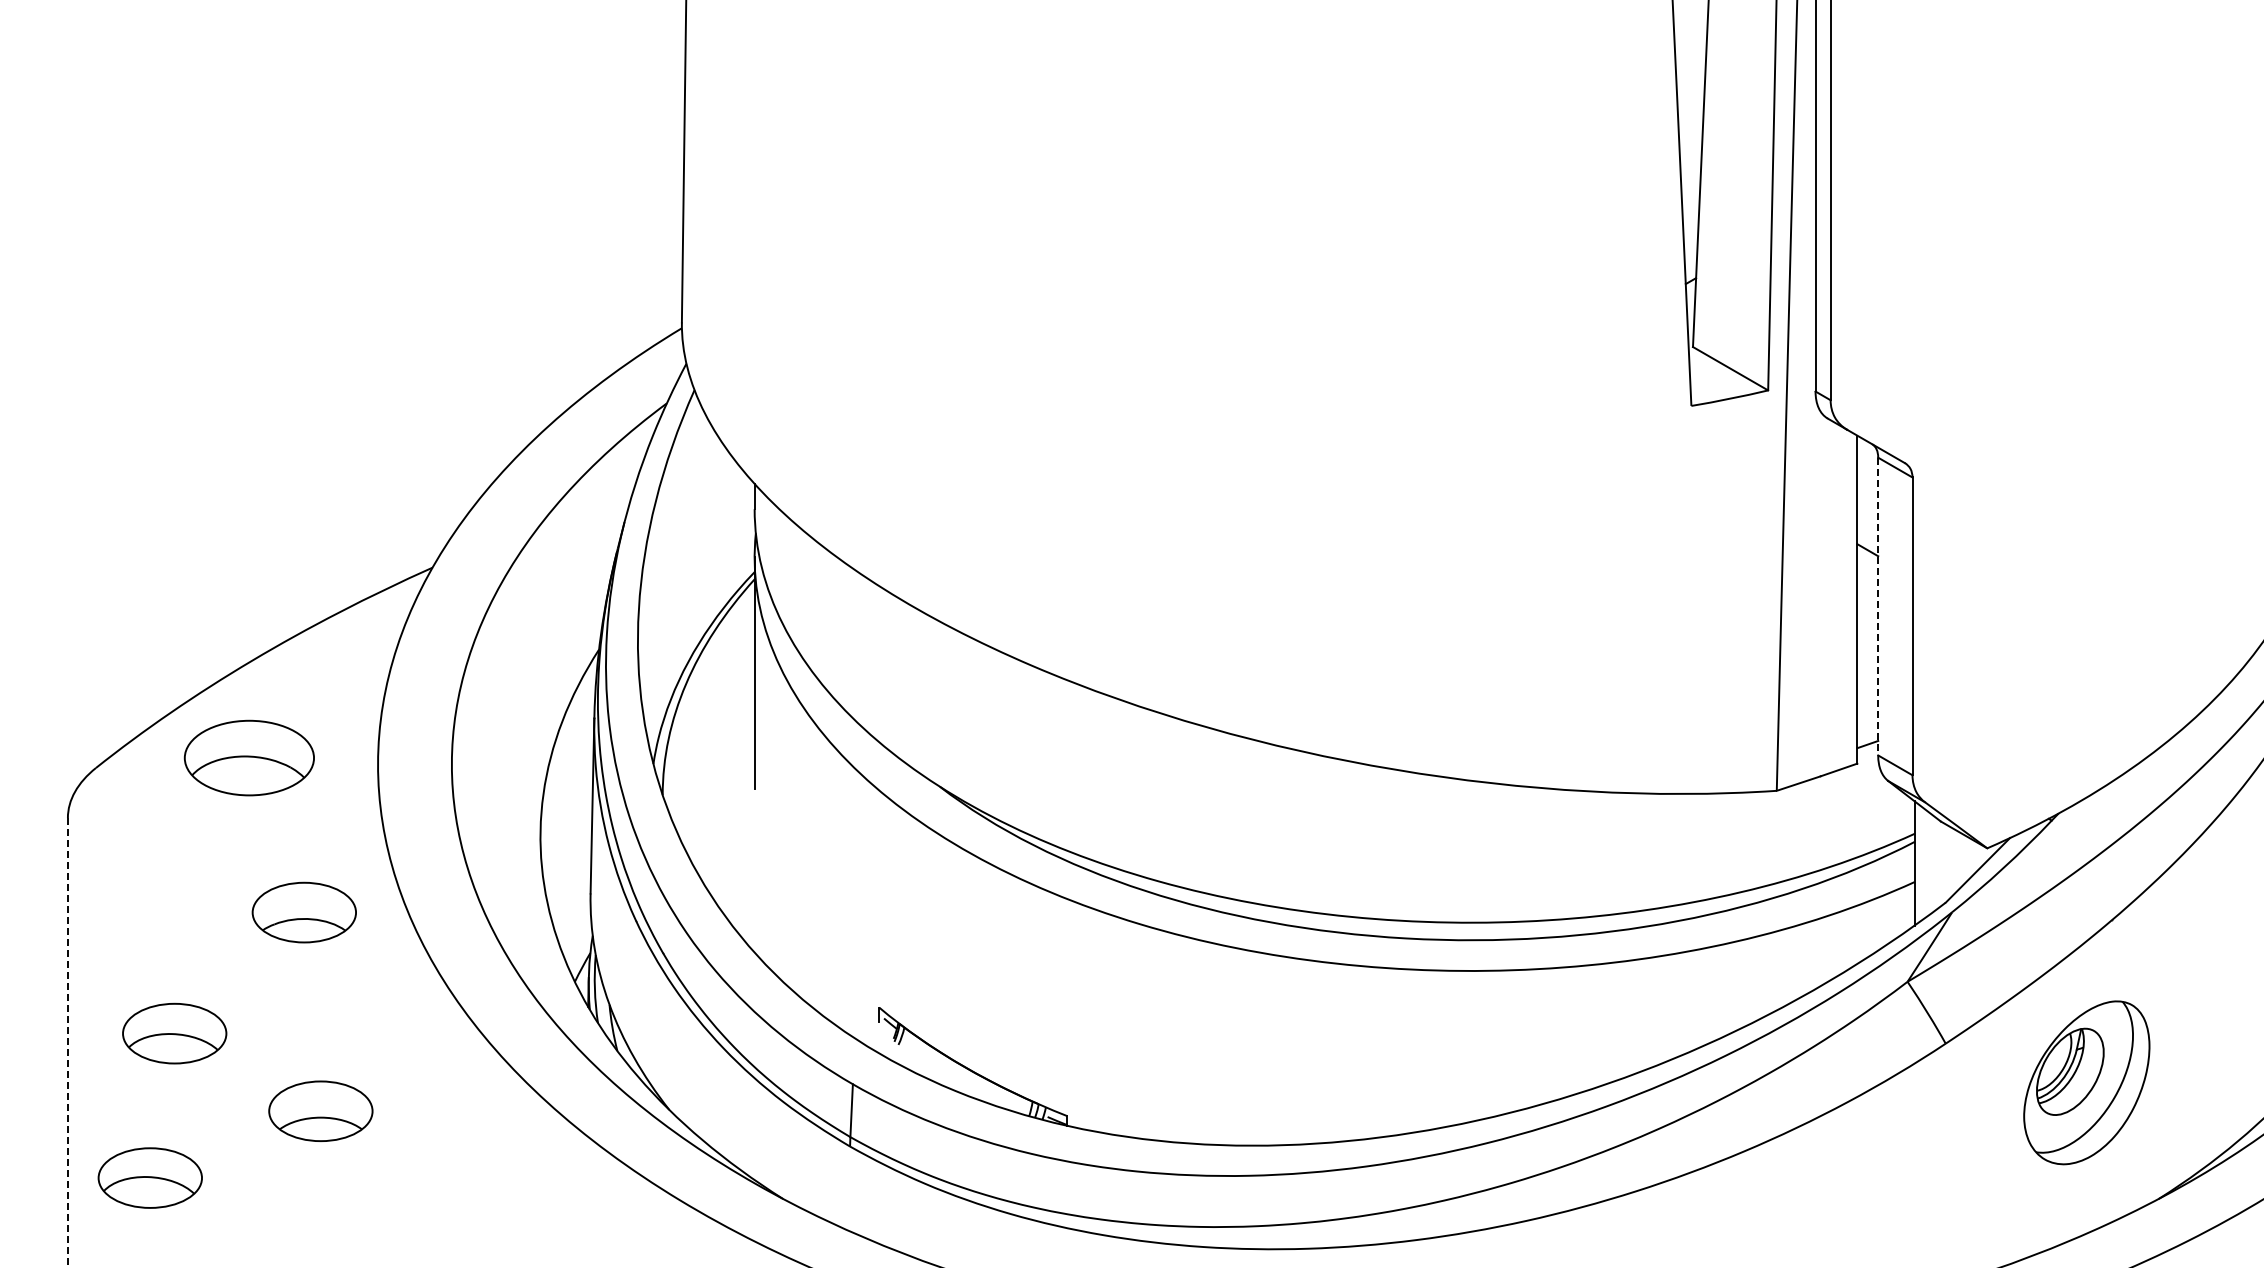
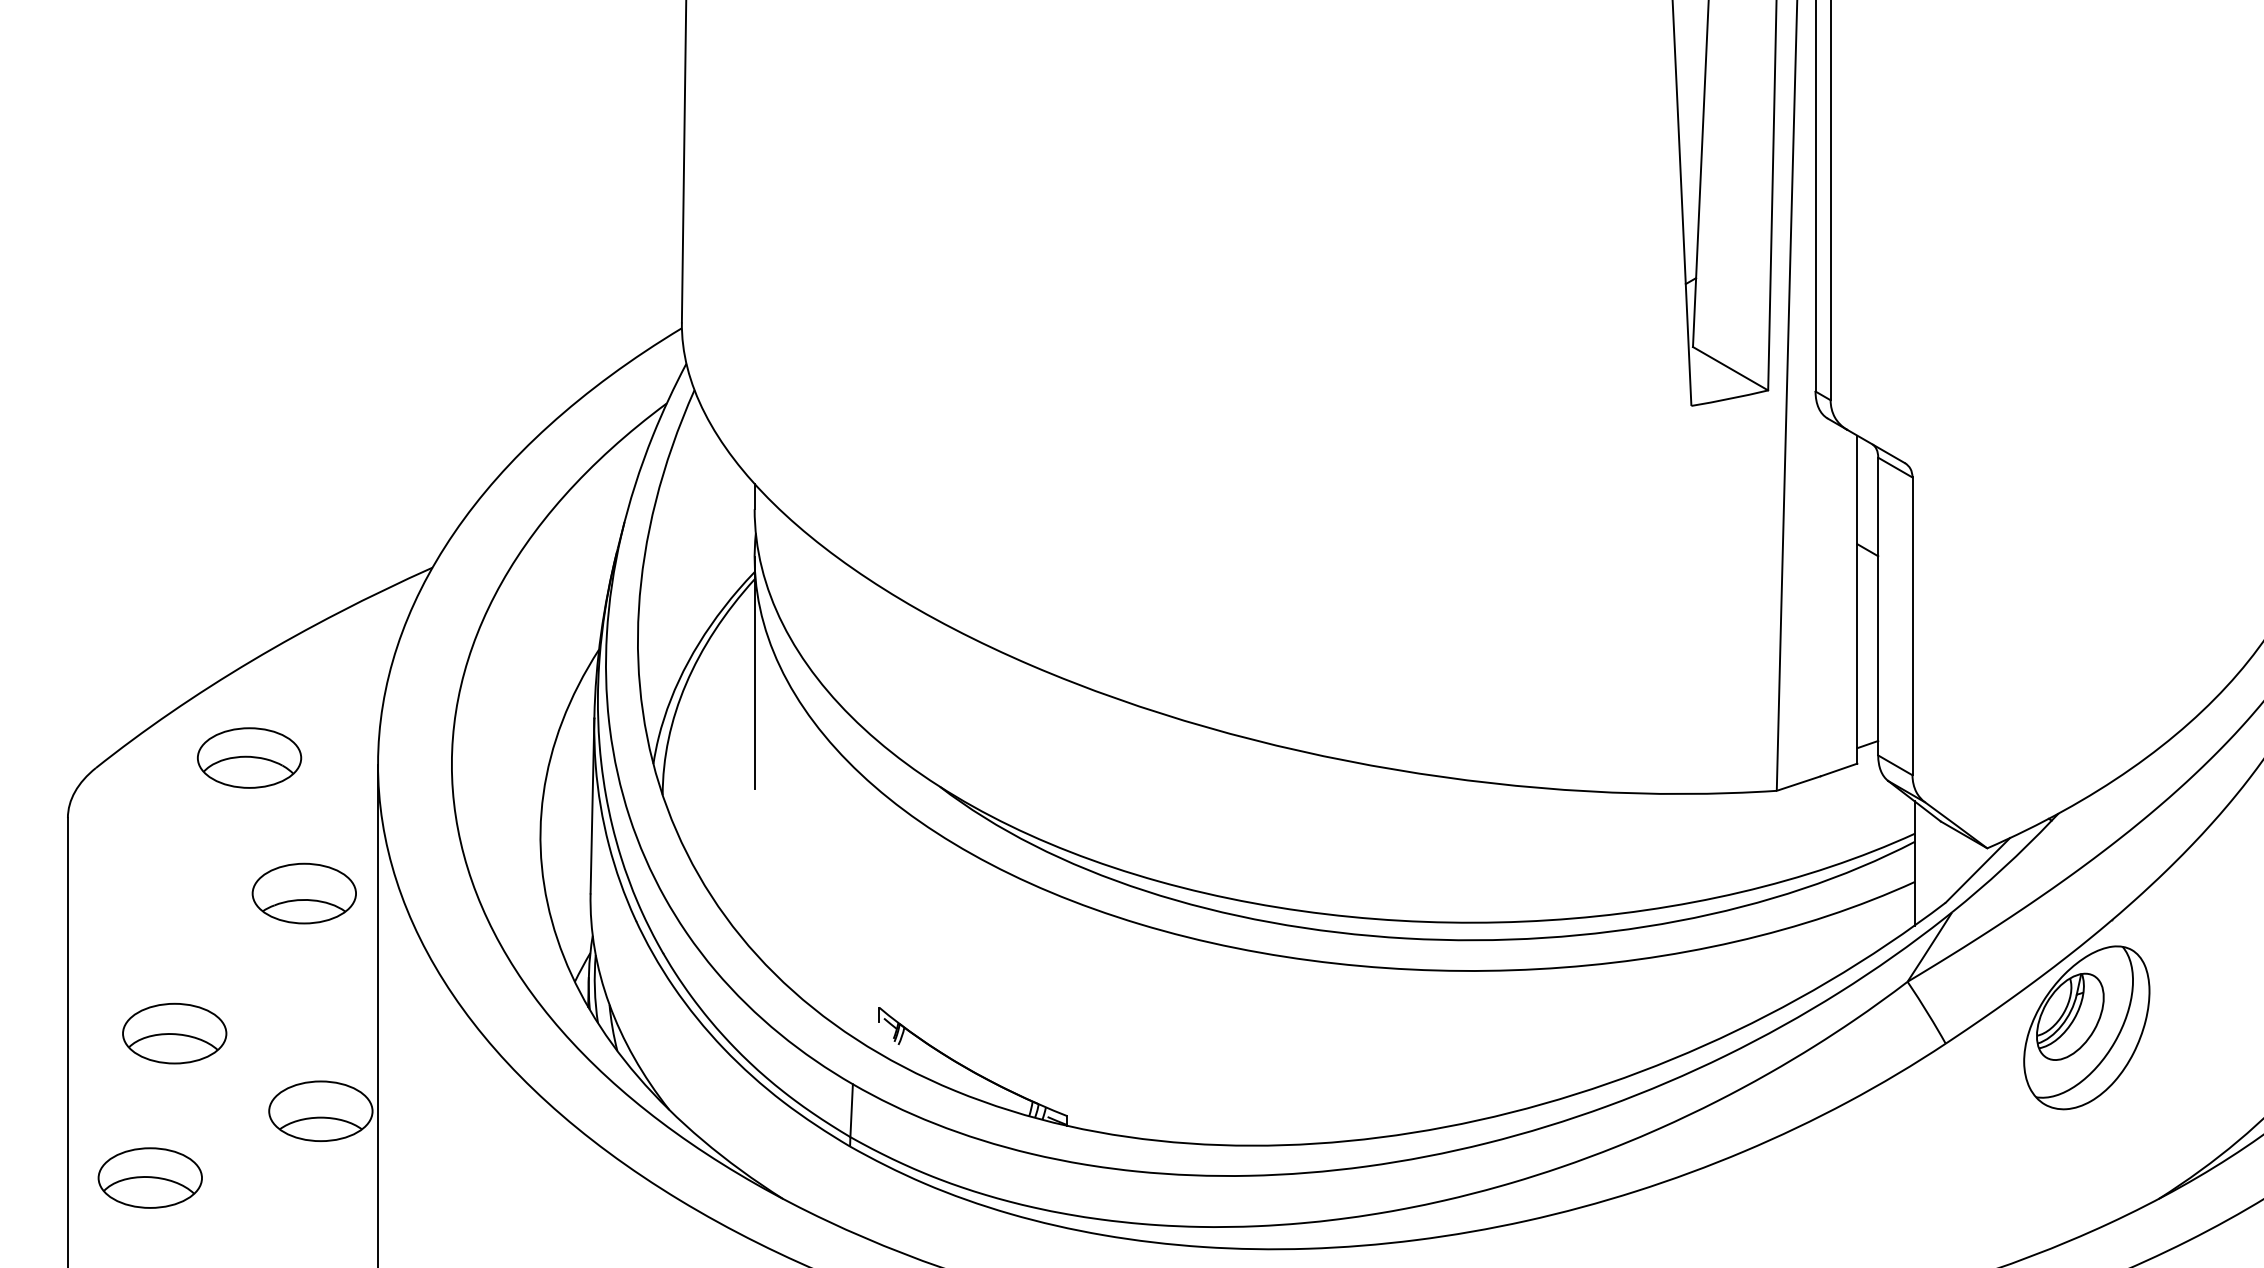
line at (1878, 606): dashed -> solid
part at (248, 757) size: 132x78 px -> 106x62 px
part at (303, 912) position: (303, 912) -> (303, 893)
line at (378, 1014): none -> present
line at (67, 1042): dashed -> solid
part at (2086, 1082) position: (2086, 1082) -> (2086, 1027)
